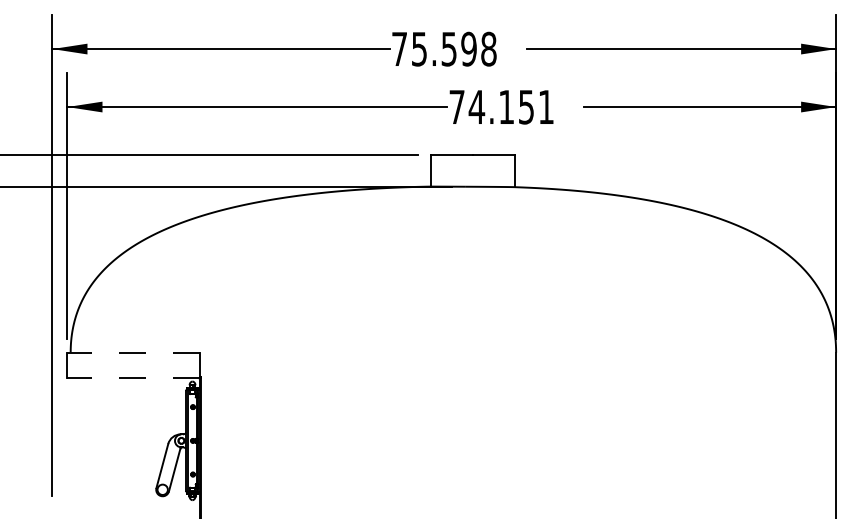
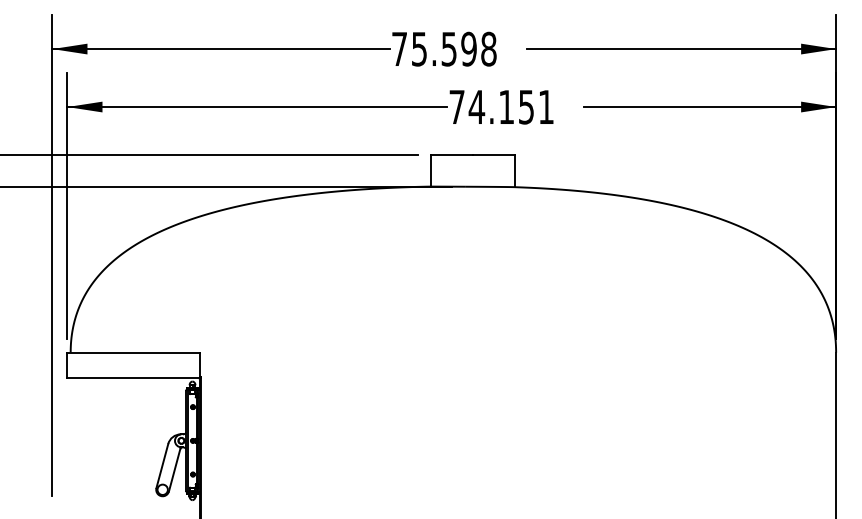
line at (133, 352): dashed -> solid
line at (133, 378): dashed -> solid
